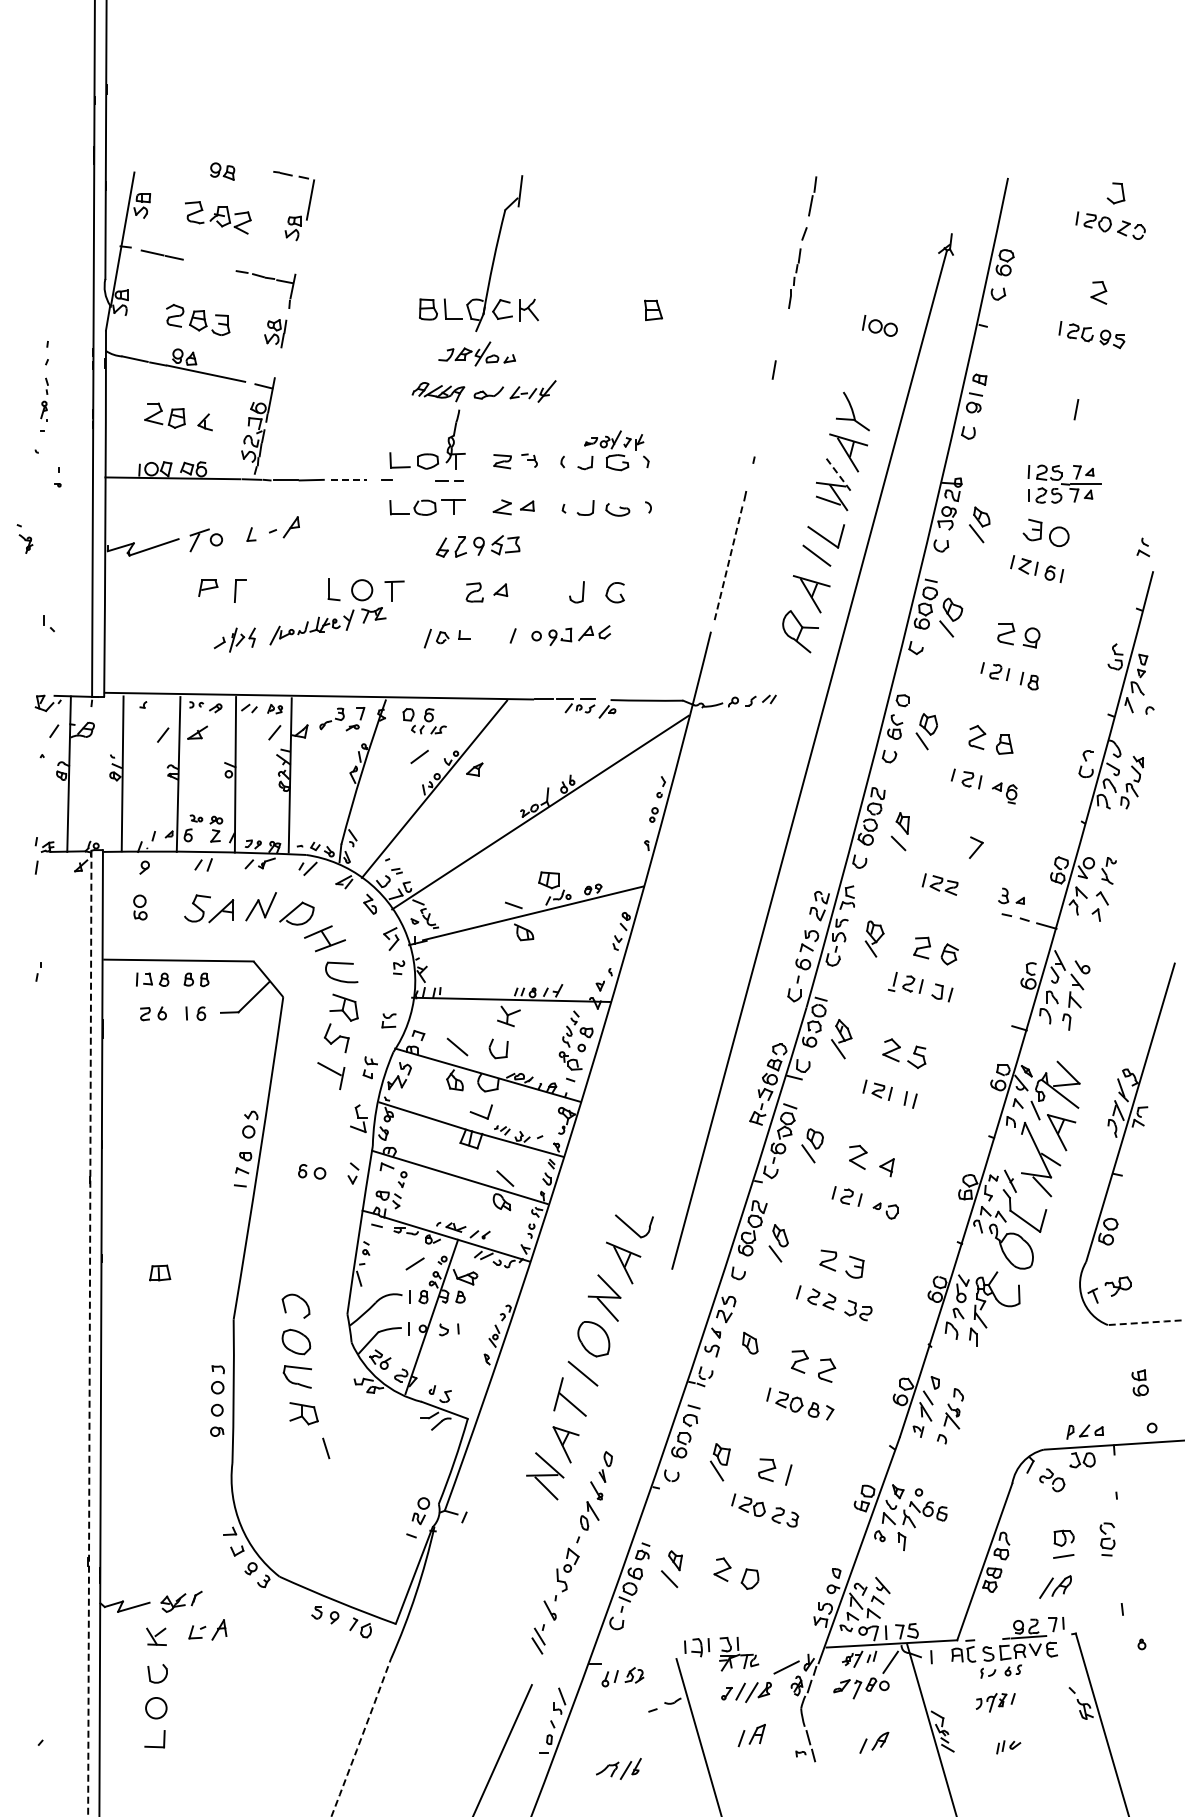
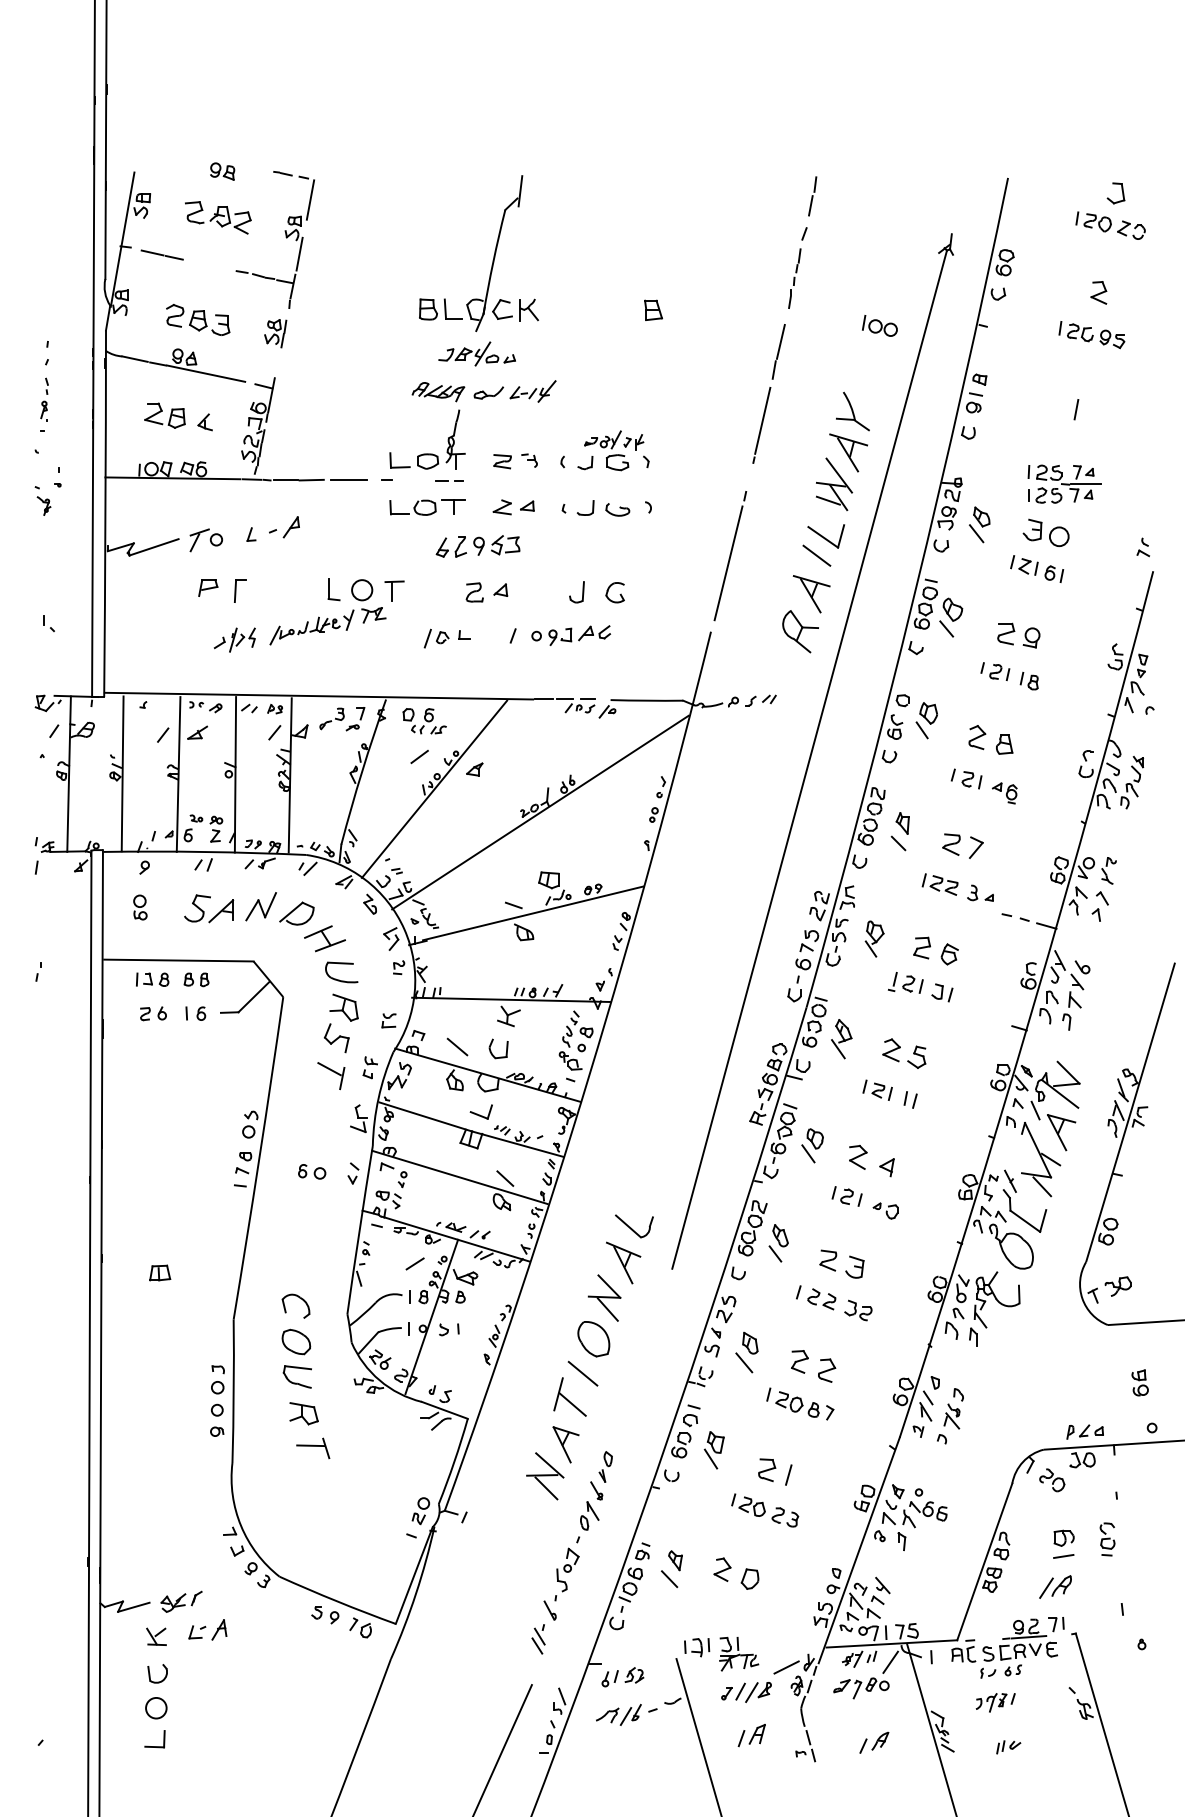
line at (299, 253): none -> present
line at (780, 341): none -> present
line at (762, 420): none -> present
line at (839, 476): dashed -> solid
line at (349, 480): dashed -> solid
part at (24, 538) position: (24, 538) -> (42, 500)
line at (728, 563): dashed -> solid
part at (926, 731) position: (926, 731) -> (926, 720)
part at (951, 844): none -> present
part at (1011, 895) position: (1011, 895) -> (980, 892)
arc at (1145, 1322): dashed -> solid
line at (89, 1333): dashed -> solid
line at (744, 1362): none -> present
line at (310, 1445): none -> present
part at (719, 1462) position: (719, 1462) -> (713, 1450)
arc at (361, 1738): dashed -> solid
part at (618, 1768) position: (618, 1768) -> (618, 1714)
